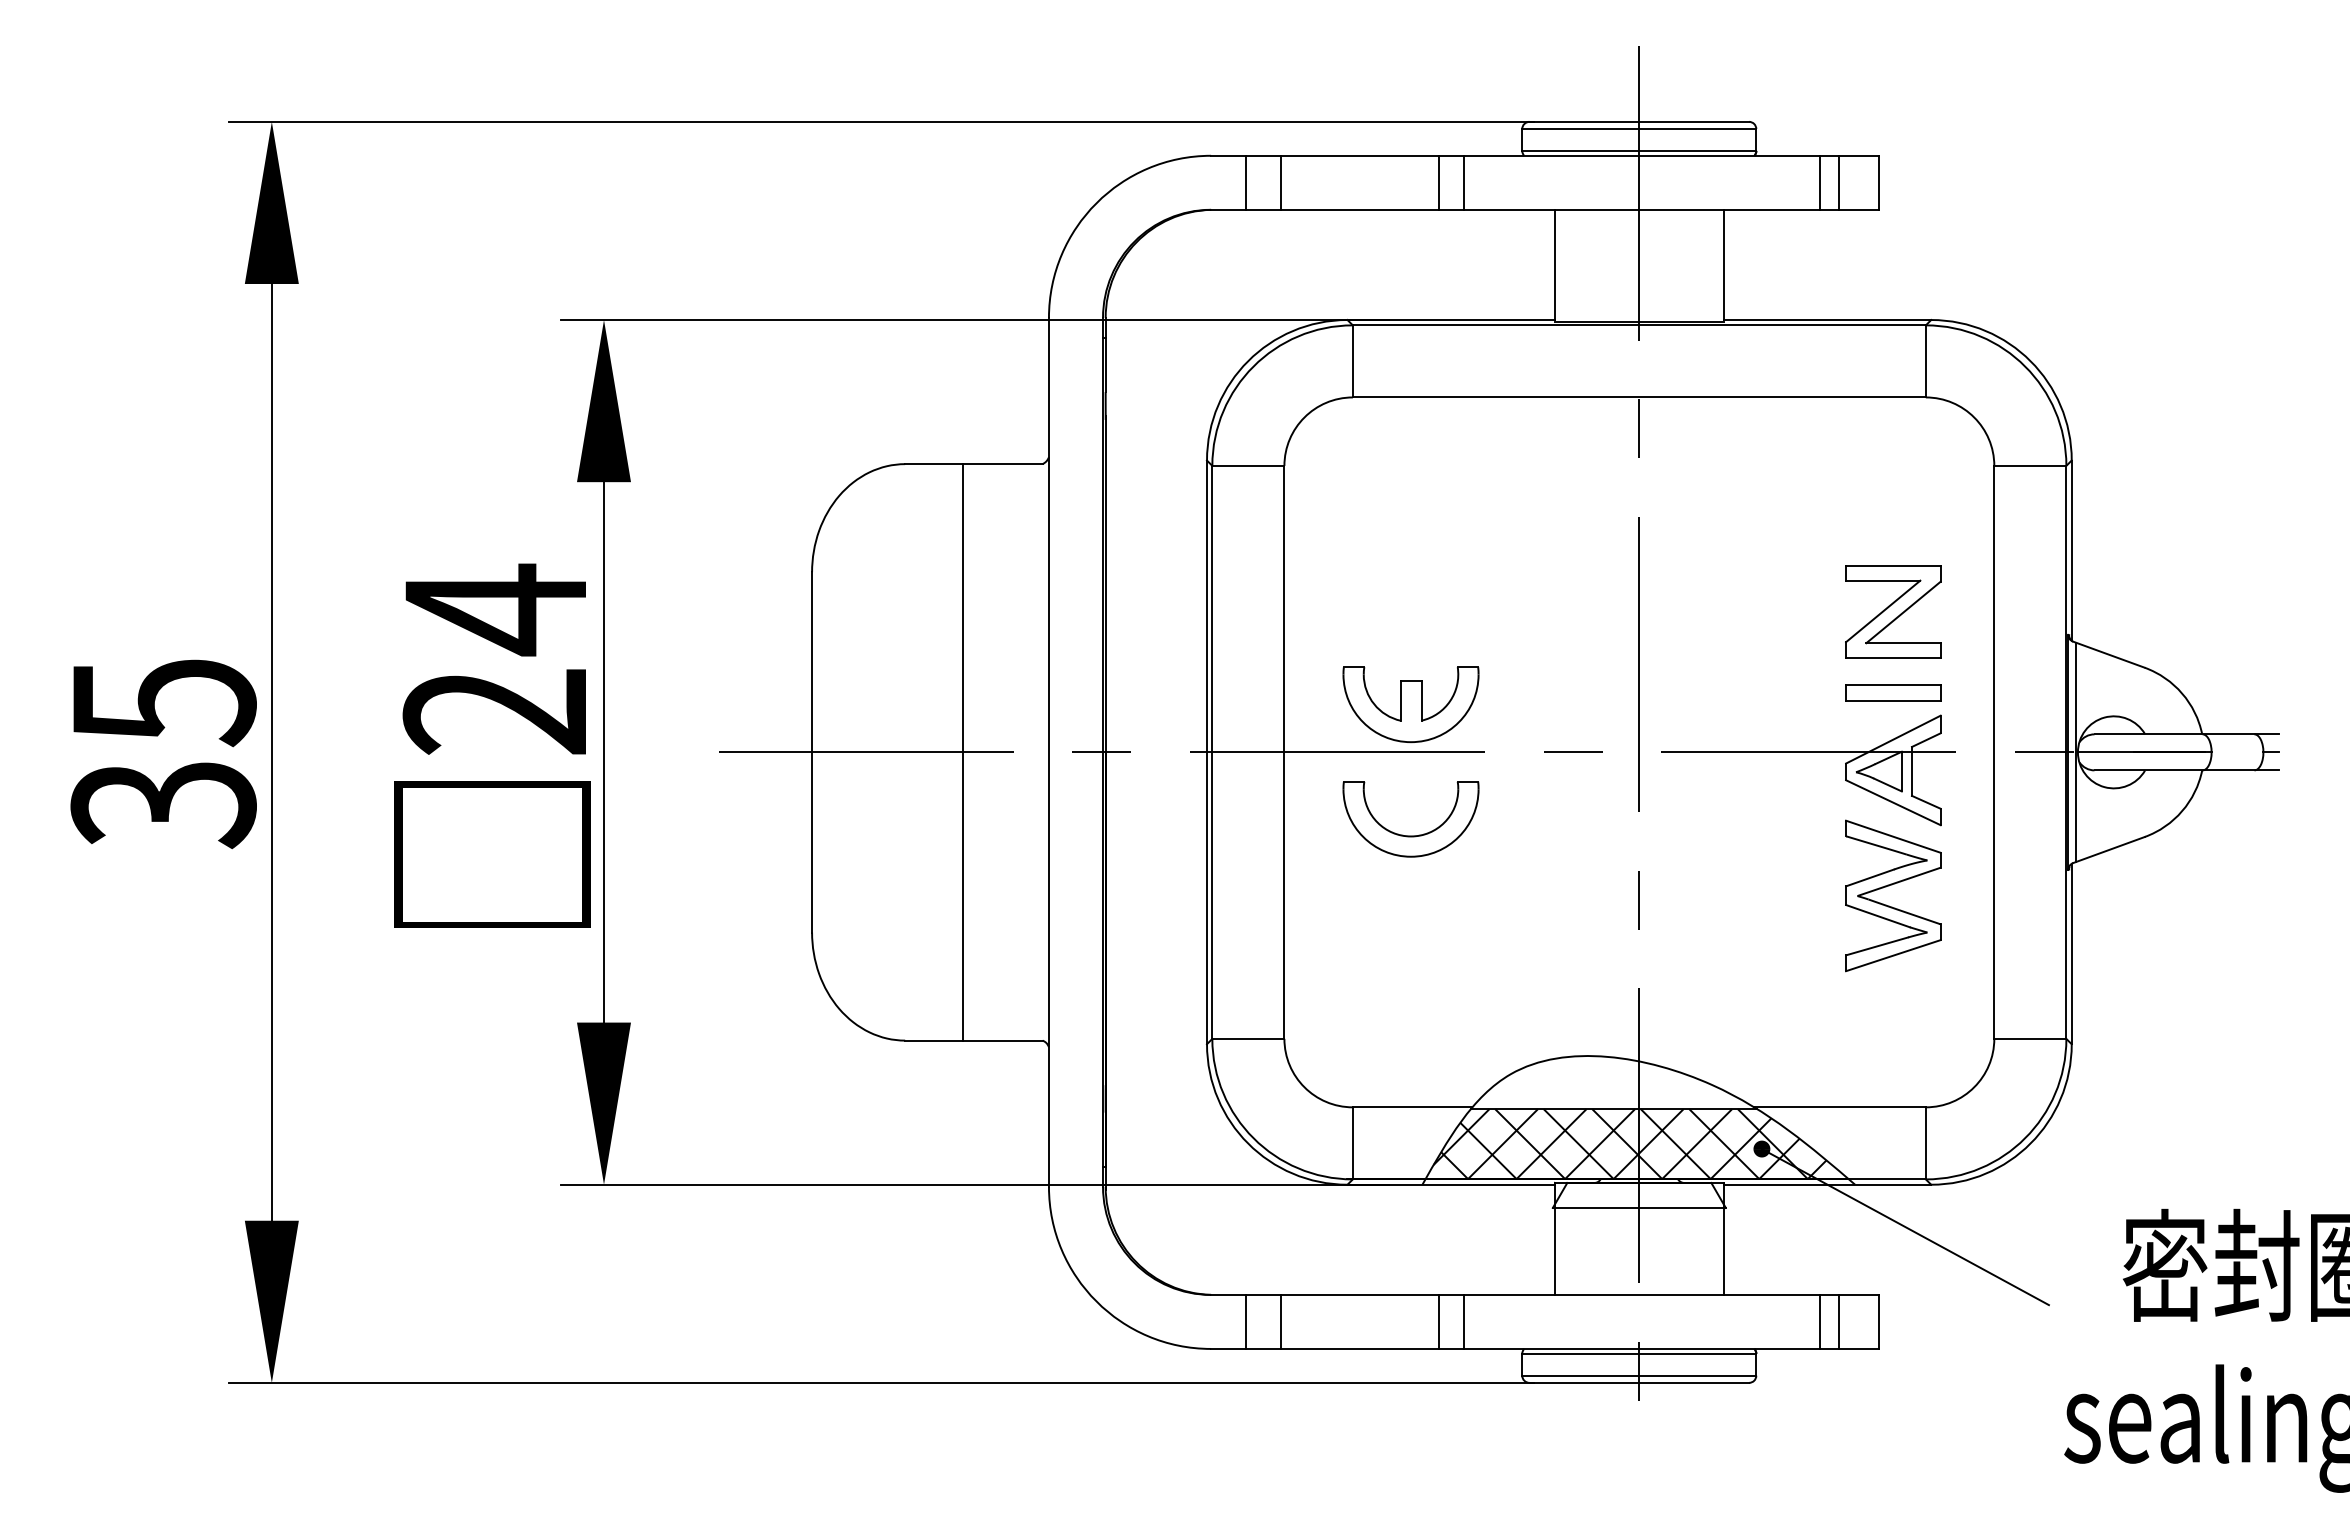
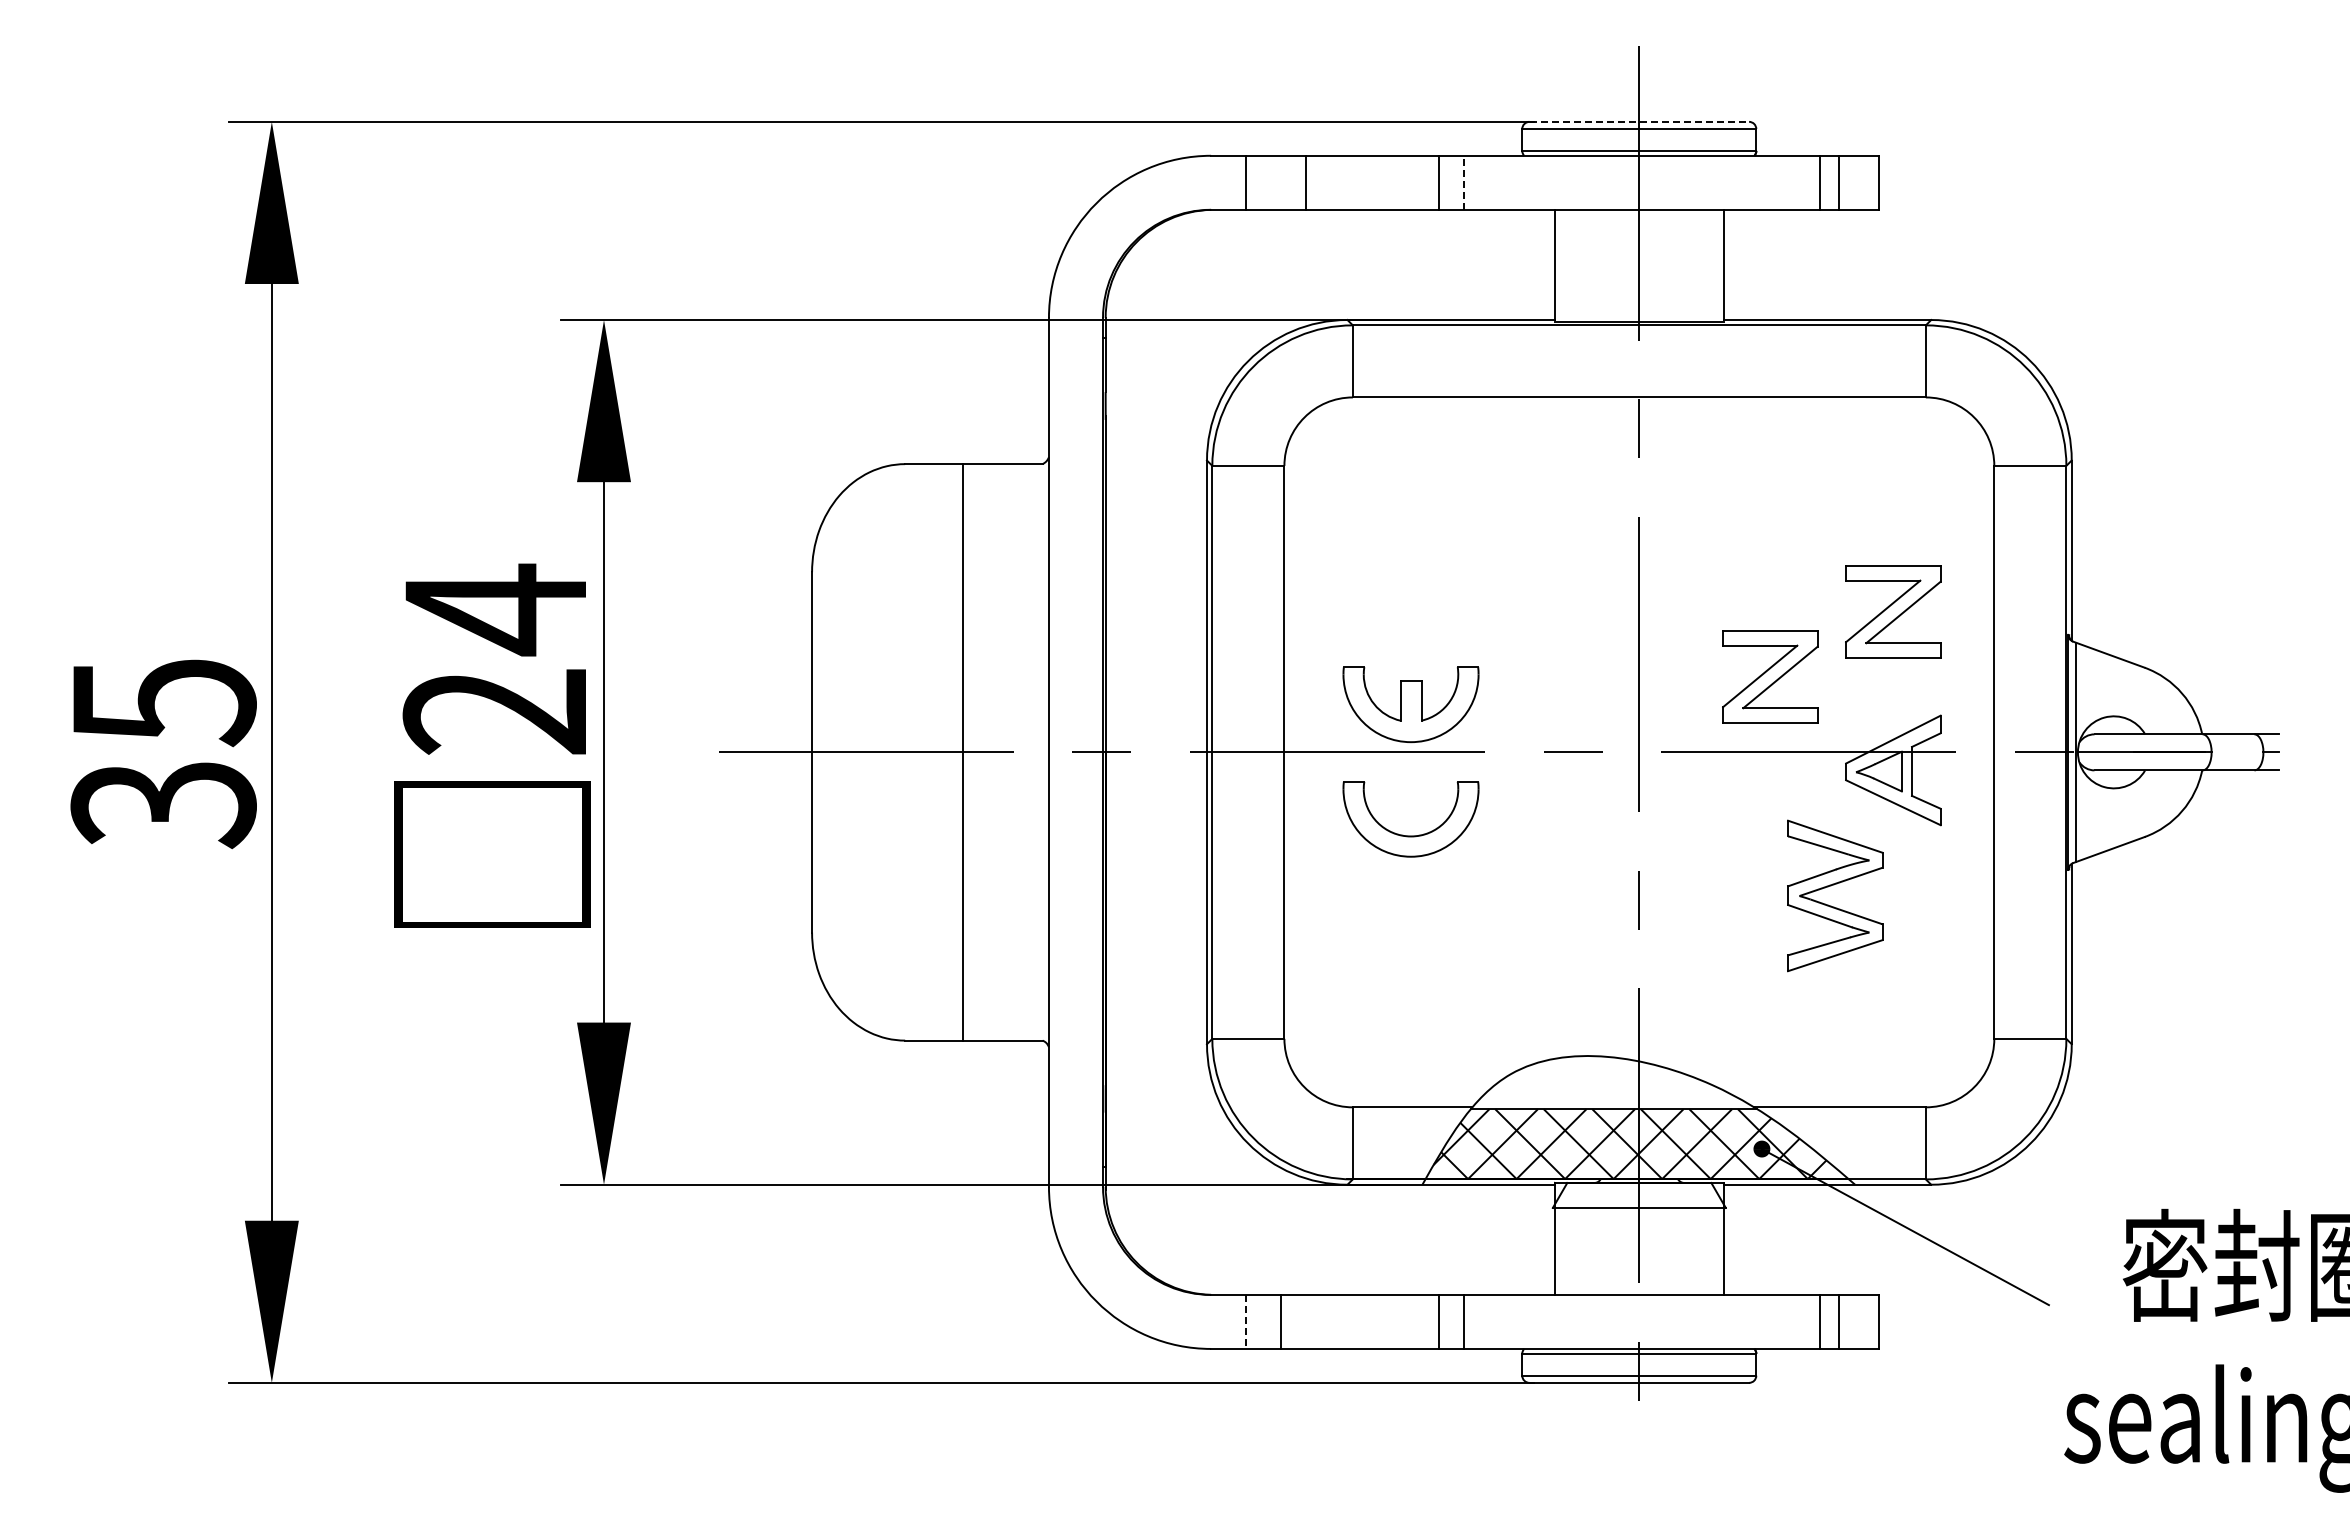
line at (1639, 121): solid -> dashed
line at (1280, 182) position: (1280, 182) -> (1305, 182)
line at (1463, 182): solid -> dashed
part at (1770, 676): none -> present
part at (1893, 692): present -> none
part at (1889, 886) position: (1889, 886) -> (1831, 886)
line at (1245, 1322): solid -> dashed
